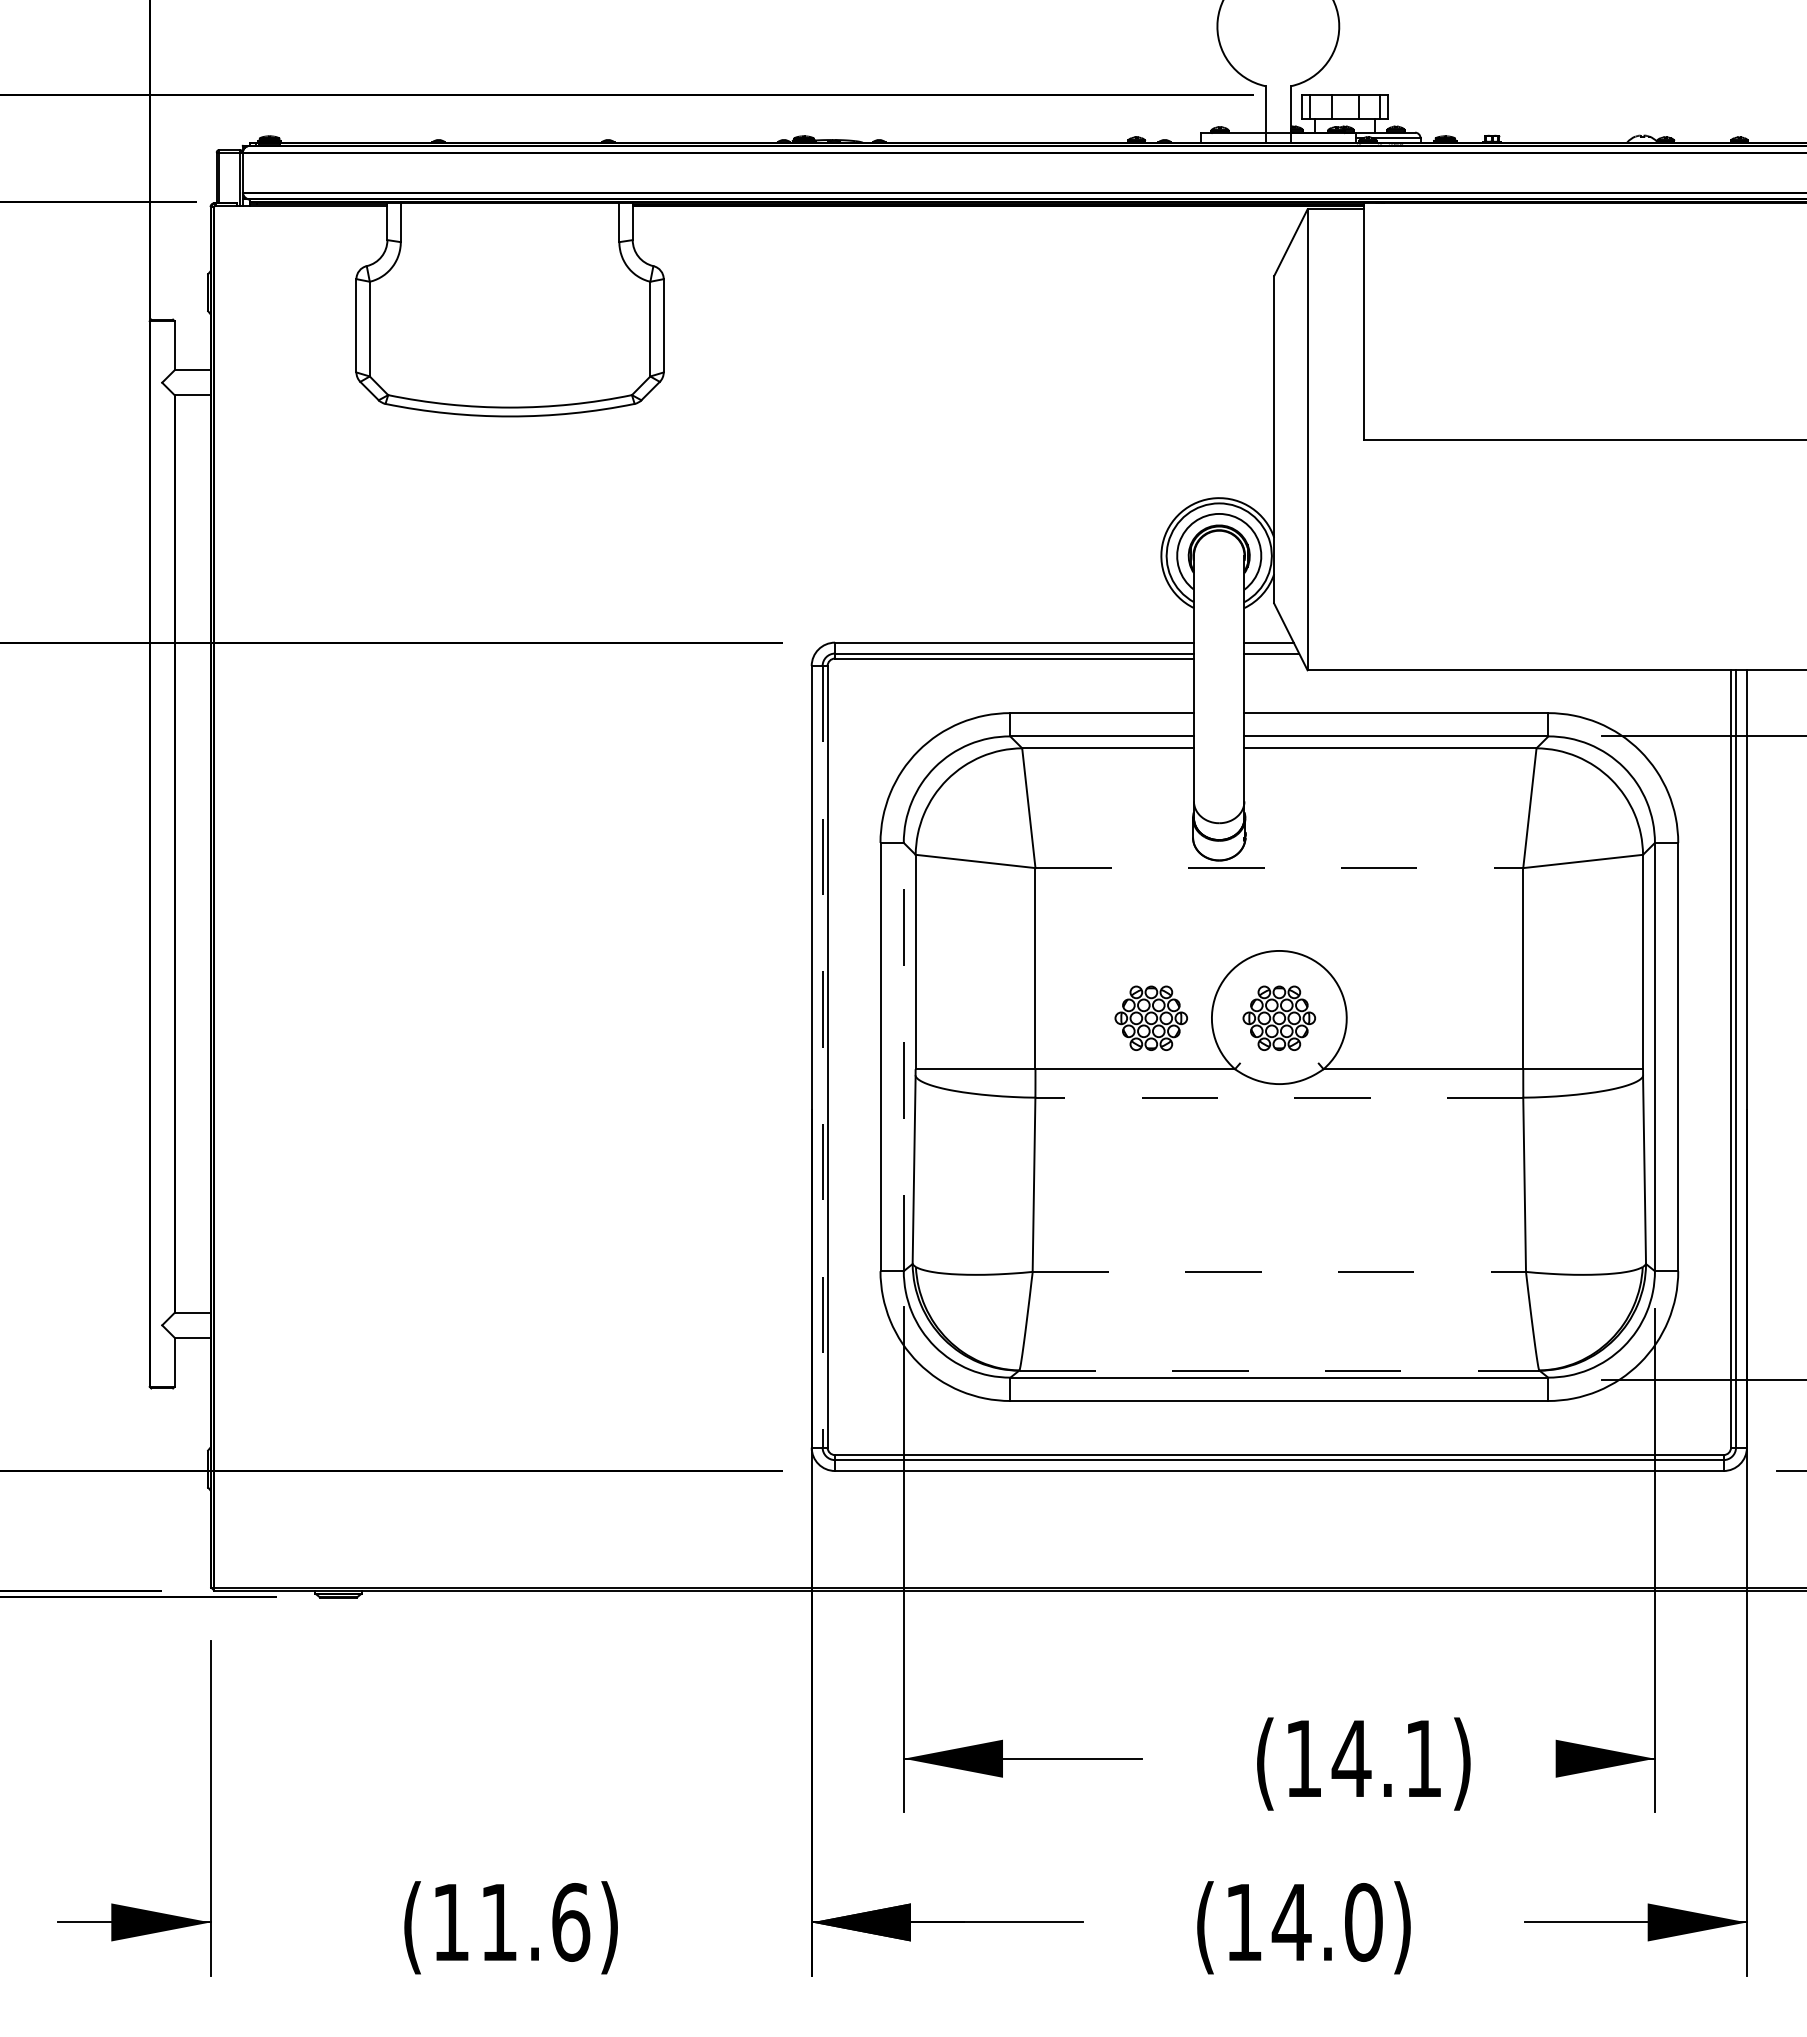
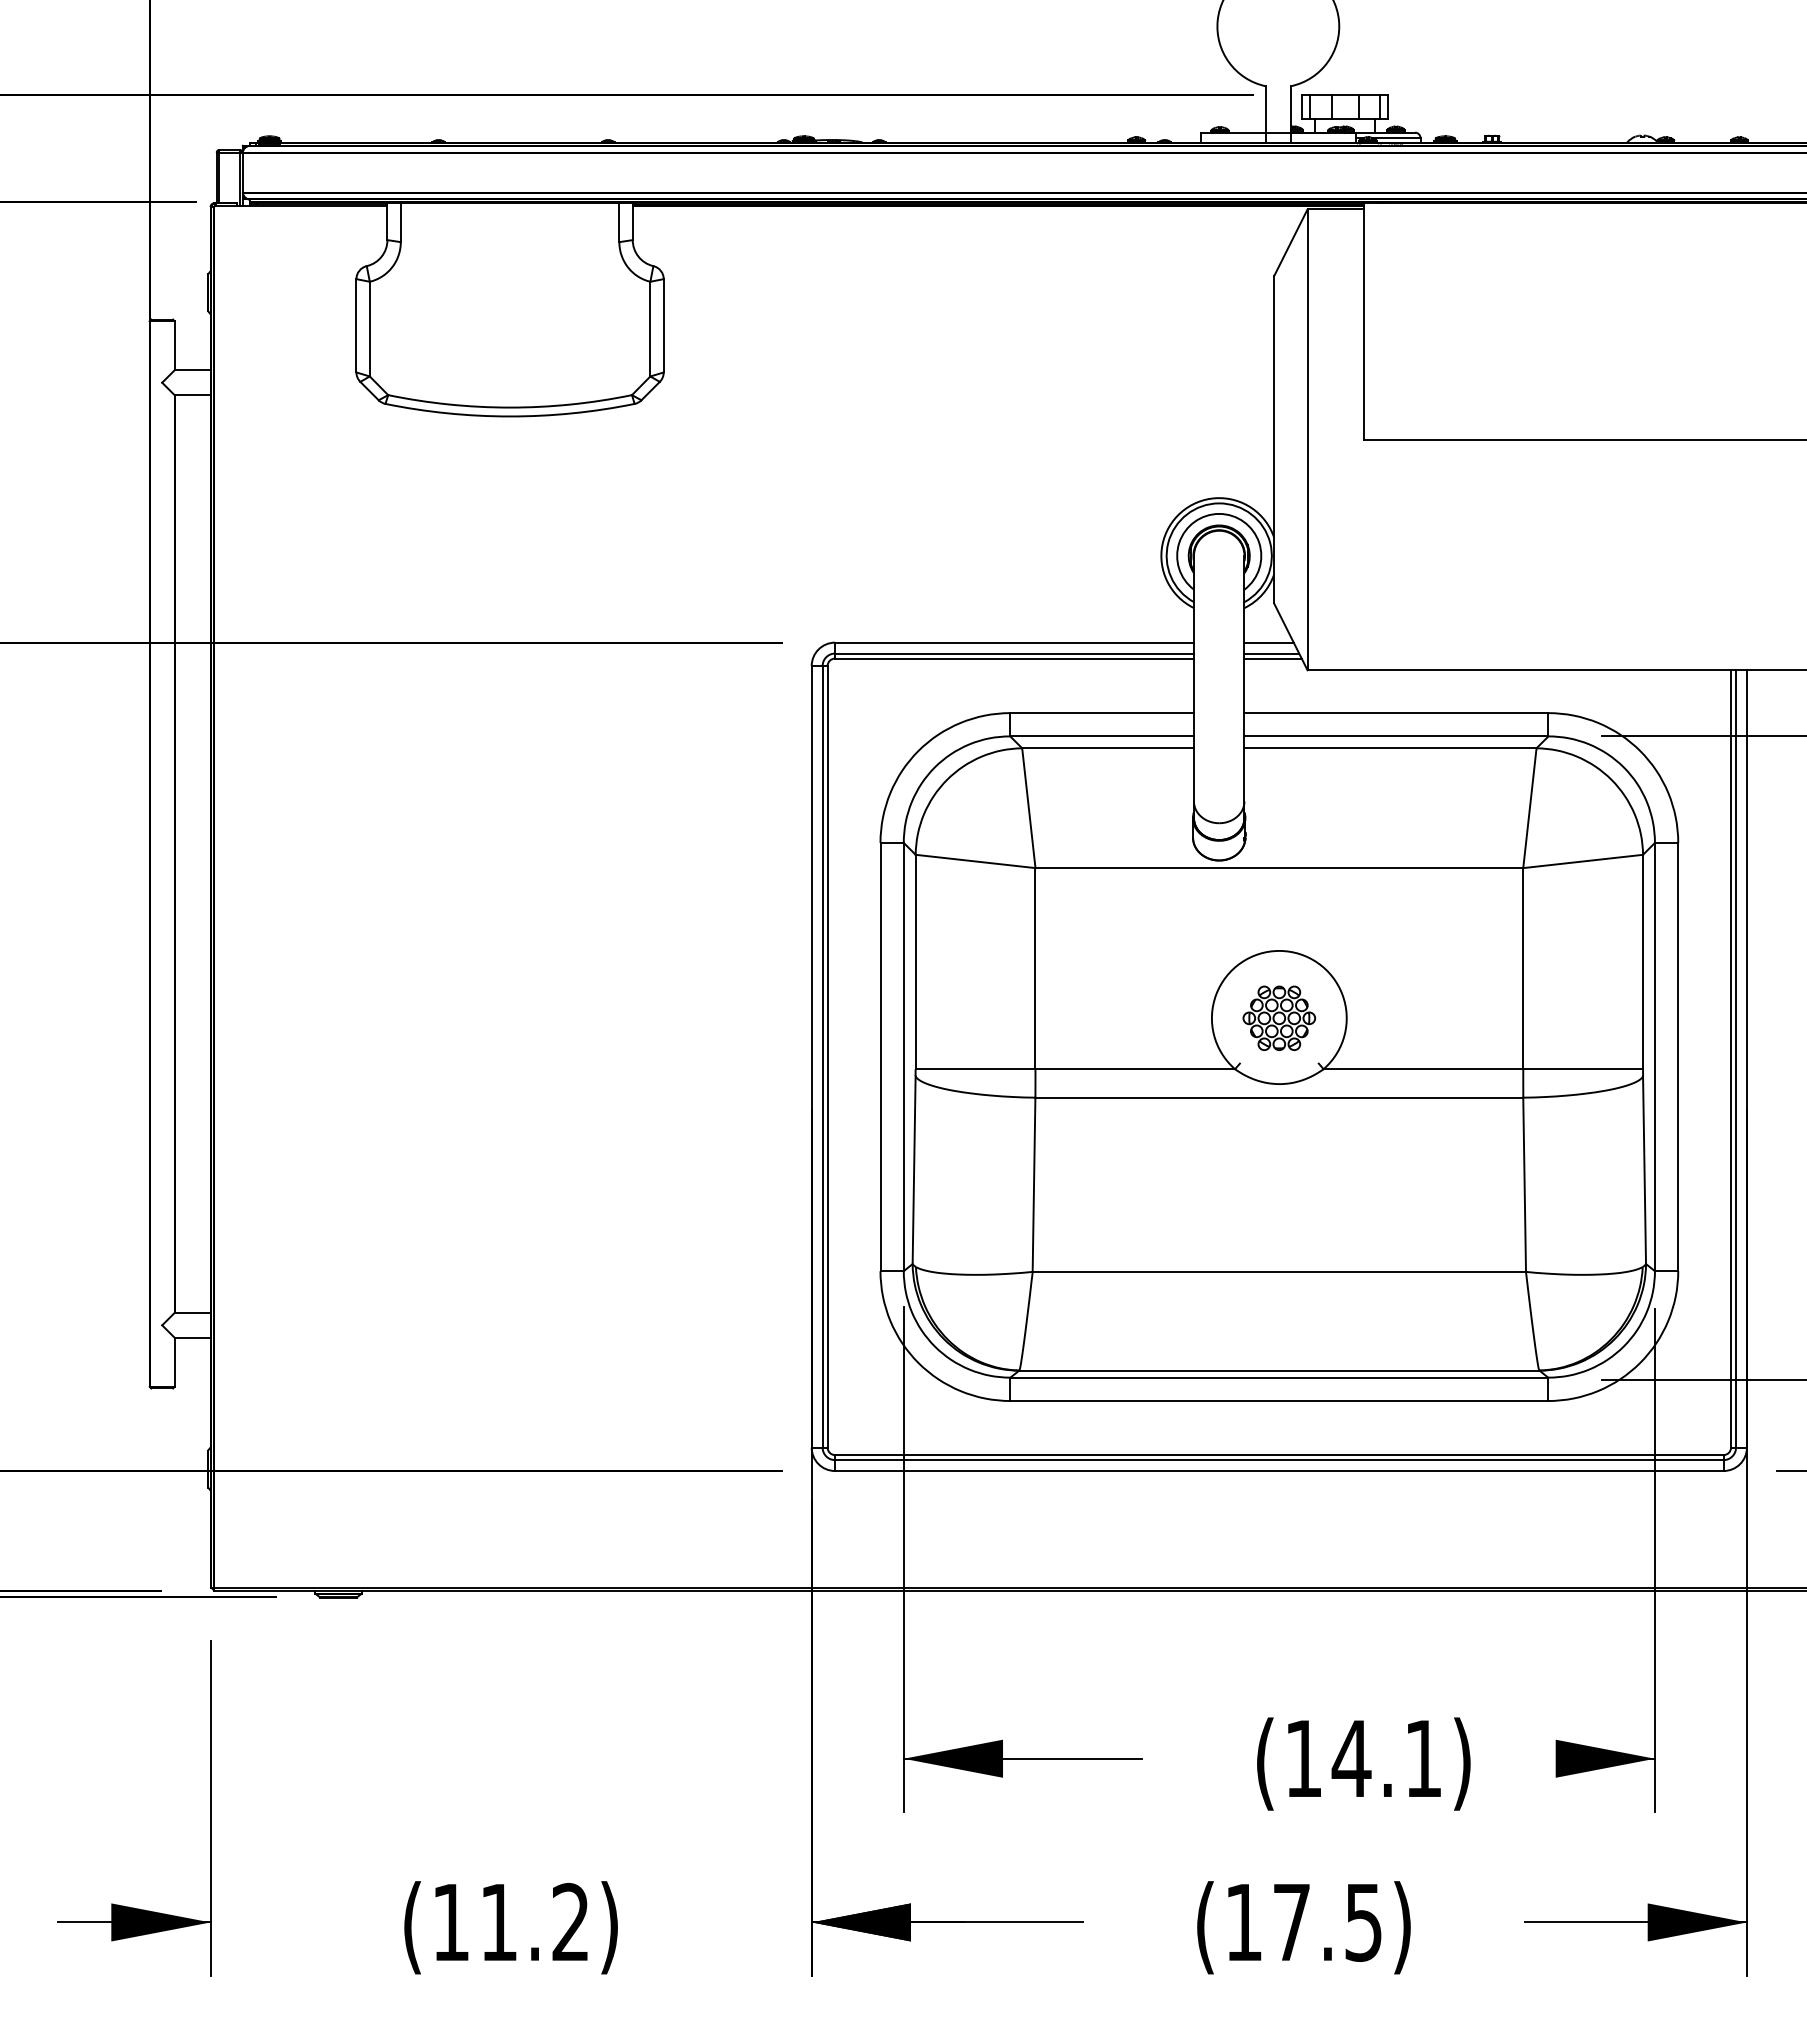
line at (1272, 658): none -> present
line at (1279, 868): dashed -> solid
part at (1151, 1017): present -> none
line at (822, 1056): dashed -> solid
line at (903, 1056): dashed -> solid
line at (1279, 1097): dashed -> solid
line at (1279, 1271): dashed -> solid
line at (1279, 1370): dashed -> solid
text at (571, 1922): (11.6) -> (11.2)
text at (1326, 1922): (14.0) -> (17.5)
